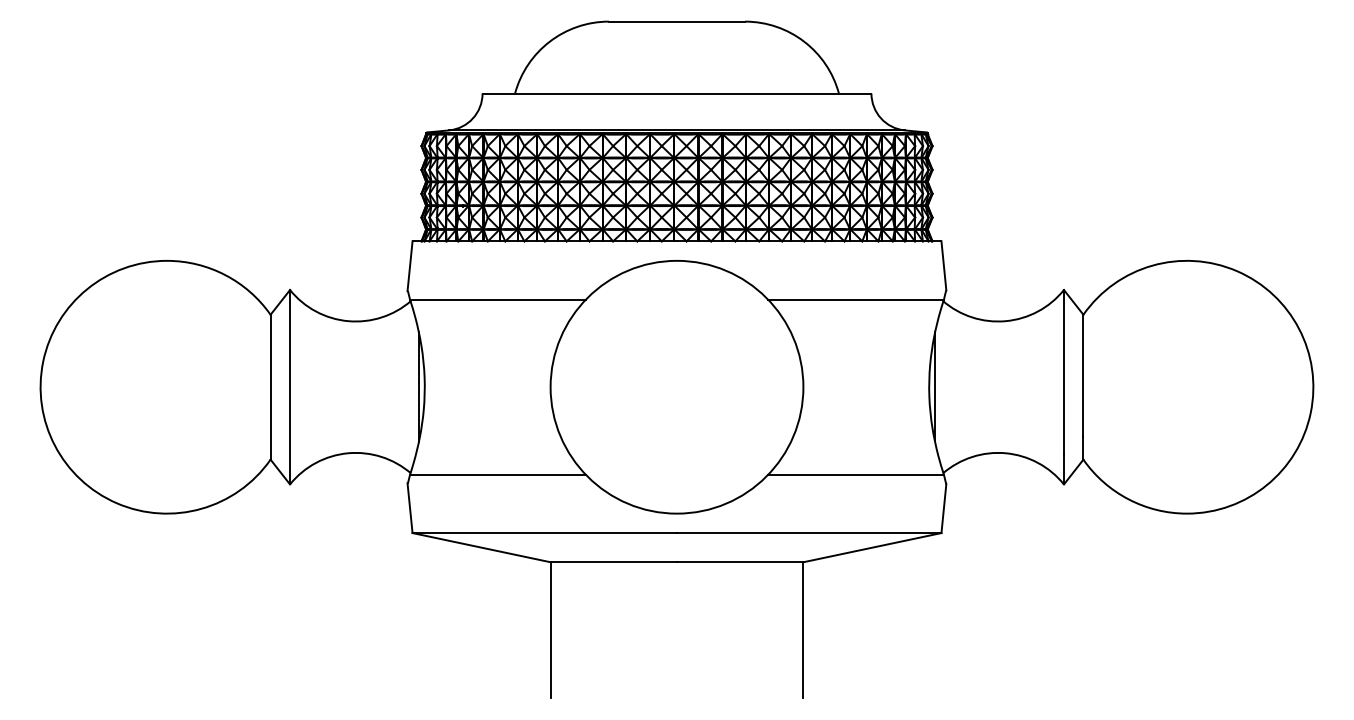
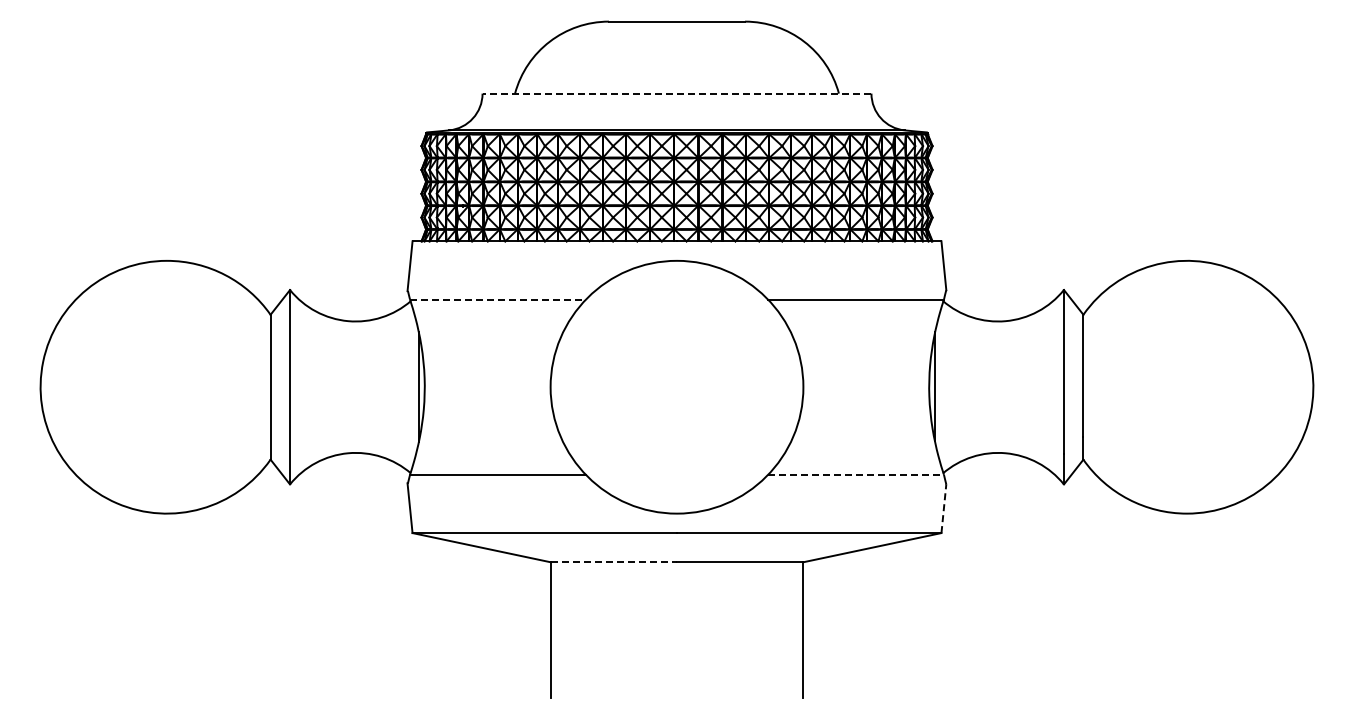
line at (676, 93): solid -> dashed
line at (497, 299): solid -> dashed
line at (856, 474): solid -> dashed
line at (943, 508): solid -> dashed
line at (614, 562): solid -> dashed
